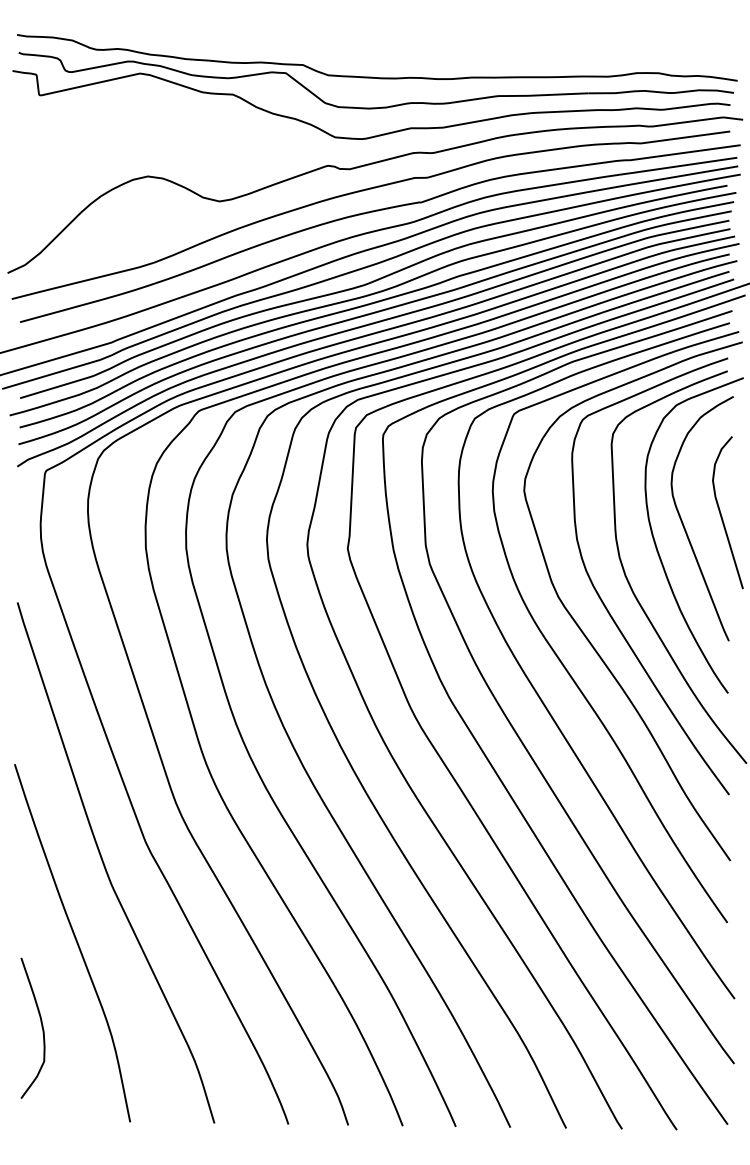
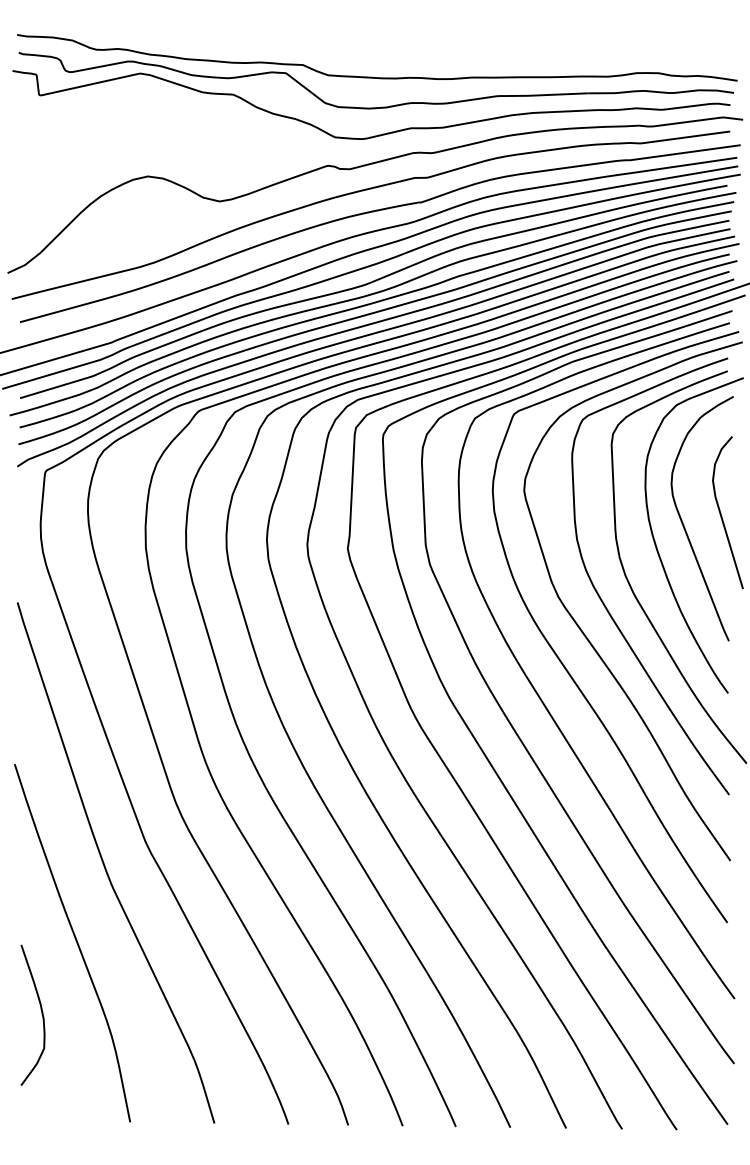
curve at (41, 1027) position: (41, 1027) -> (41, 1014)
